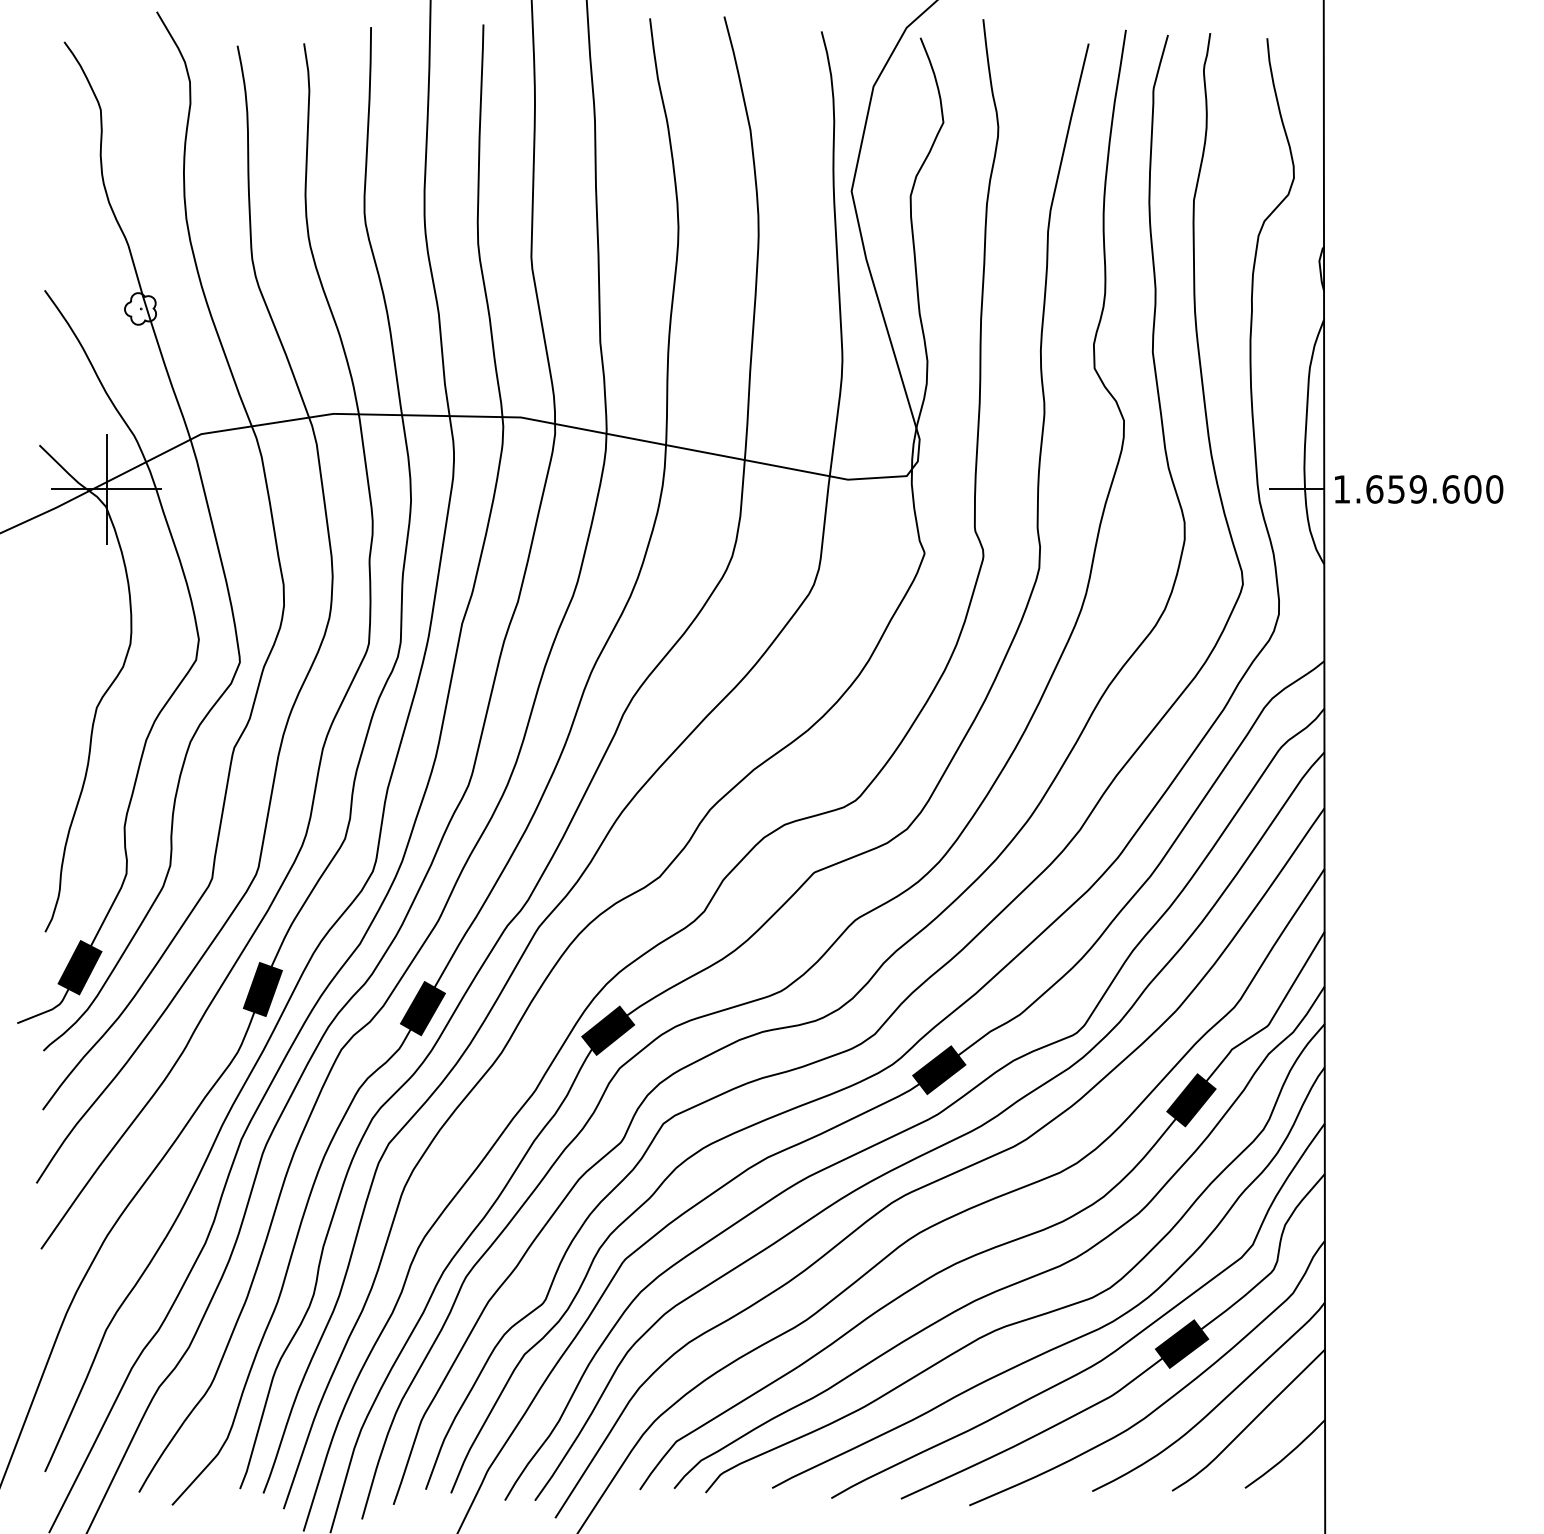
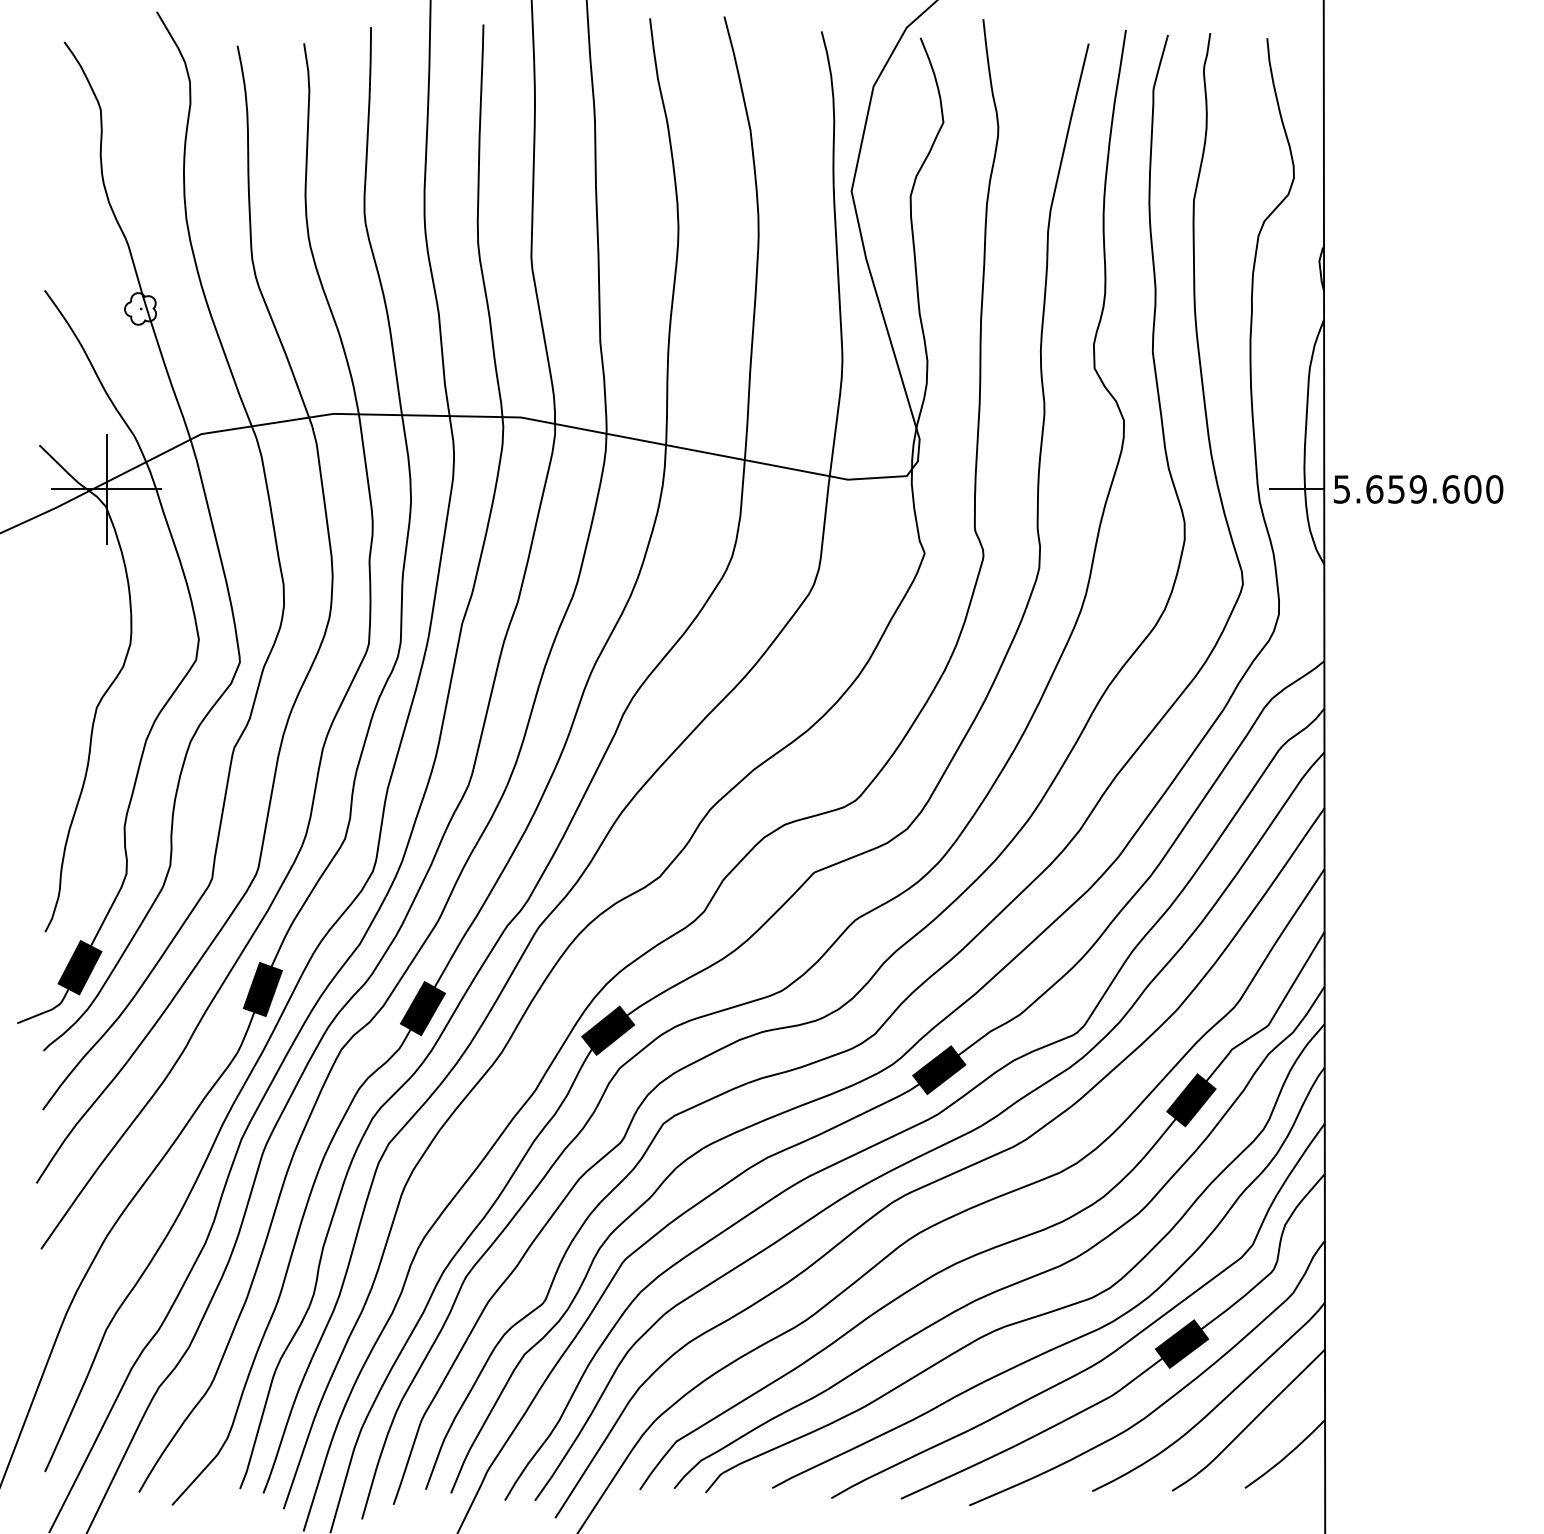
text at (1341, 489): 1.659.600 -> 5.659.600
